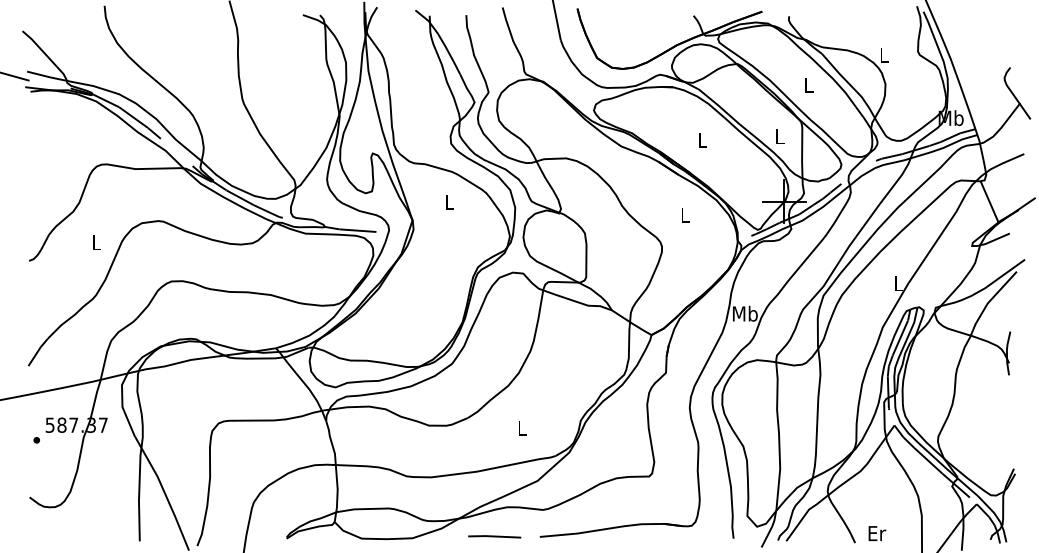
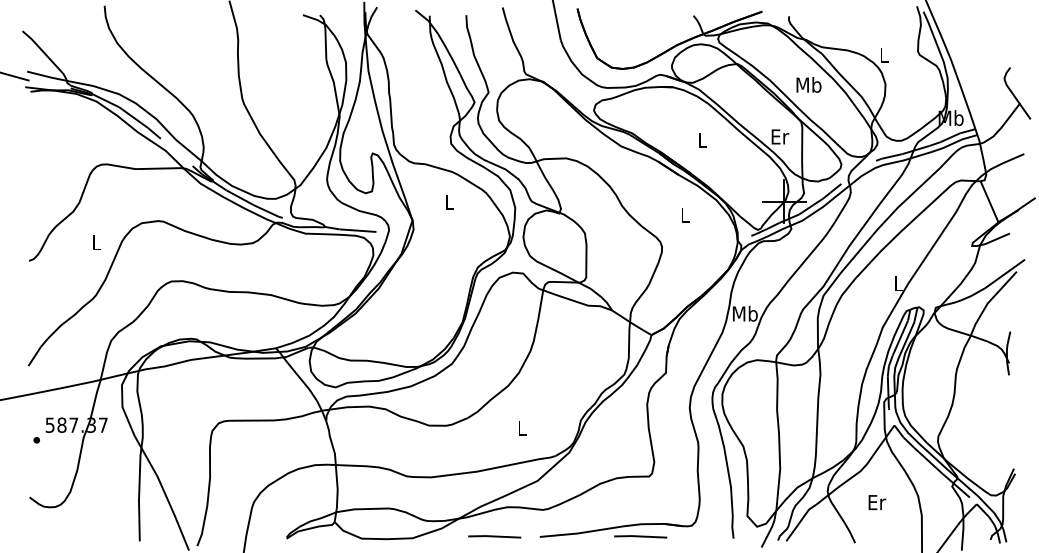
text at (808, 84): L -> Mb
text at (780, 136): L -> Er
text at (877, 533) position: (877, 533) -> (877, 502)
line at (640, 536): none -> present
